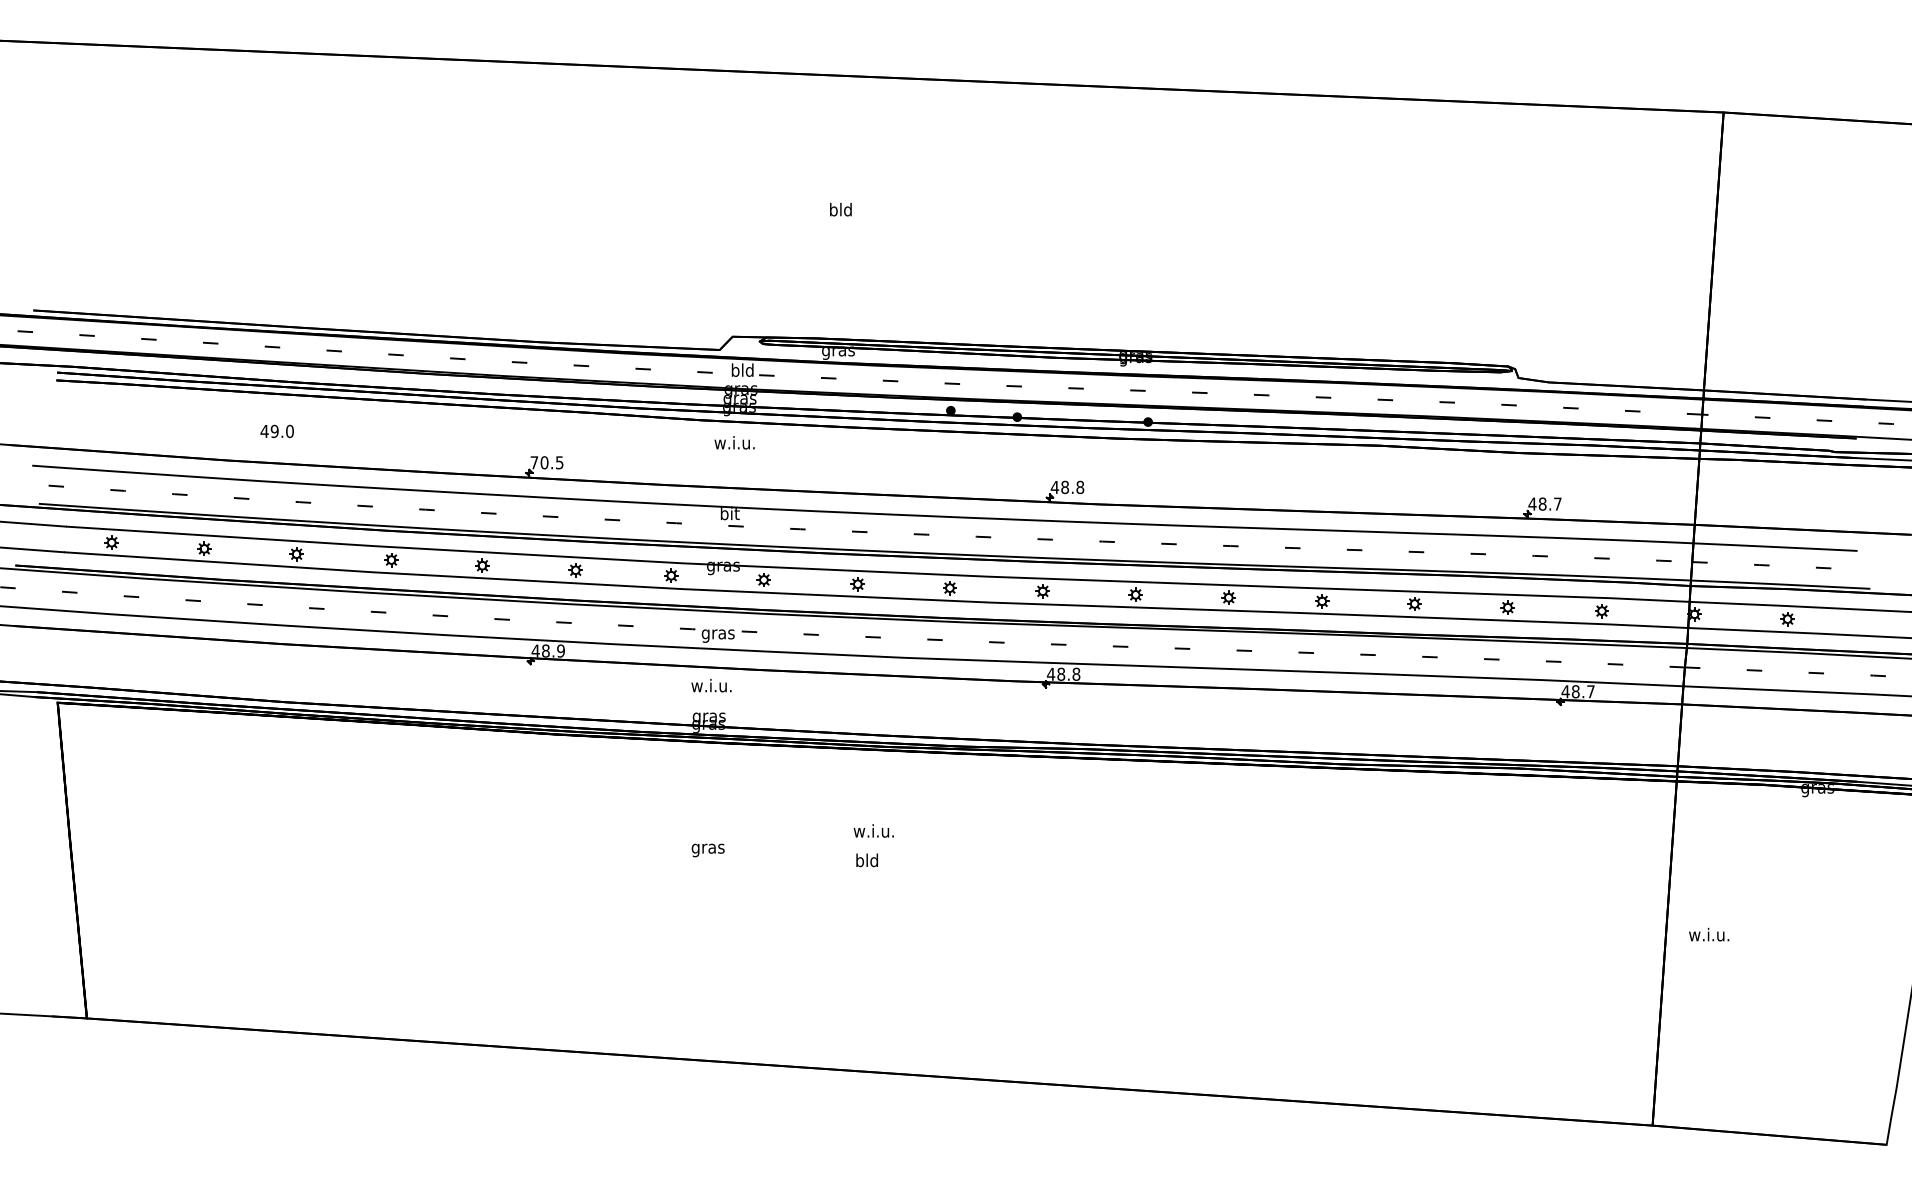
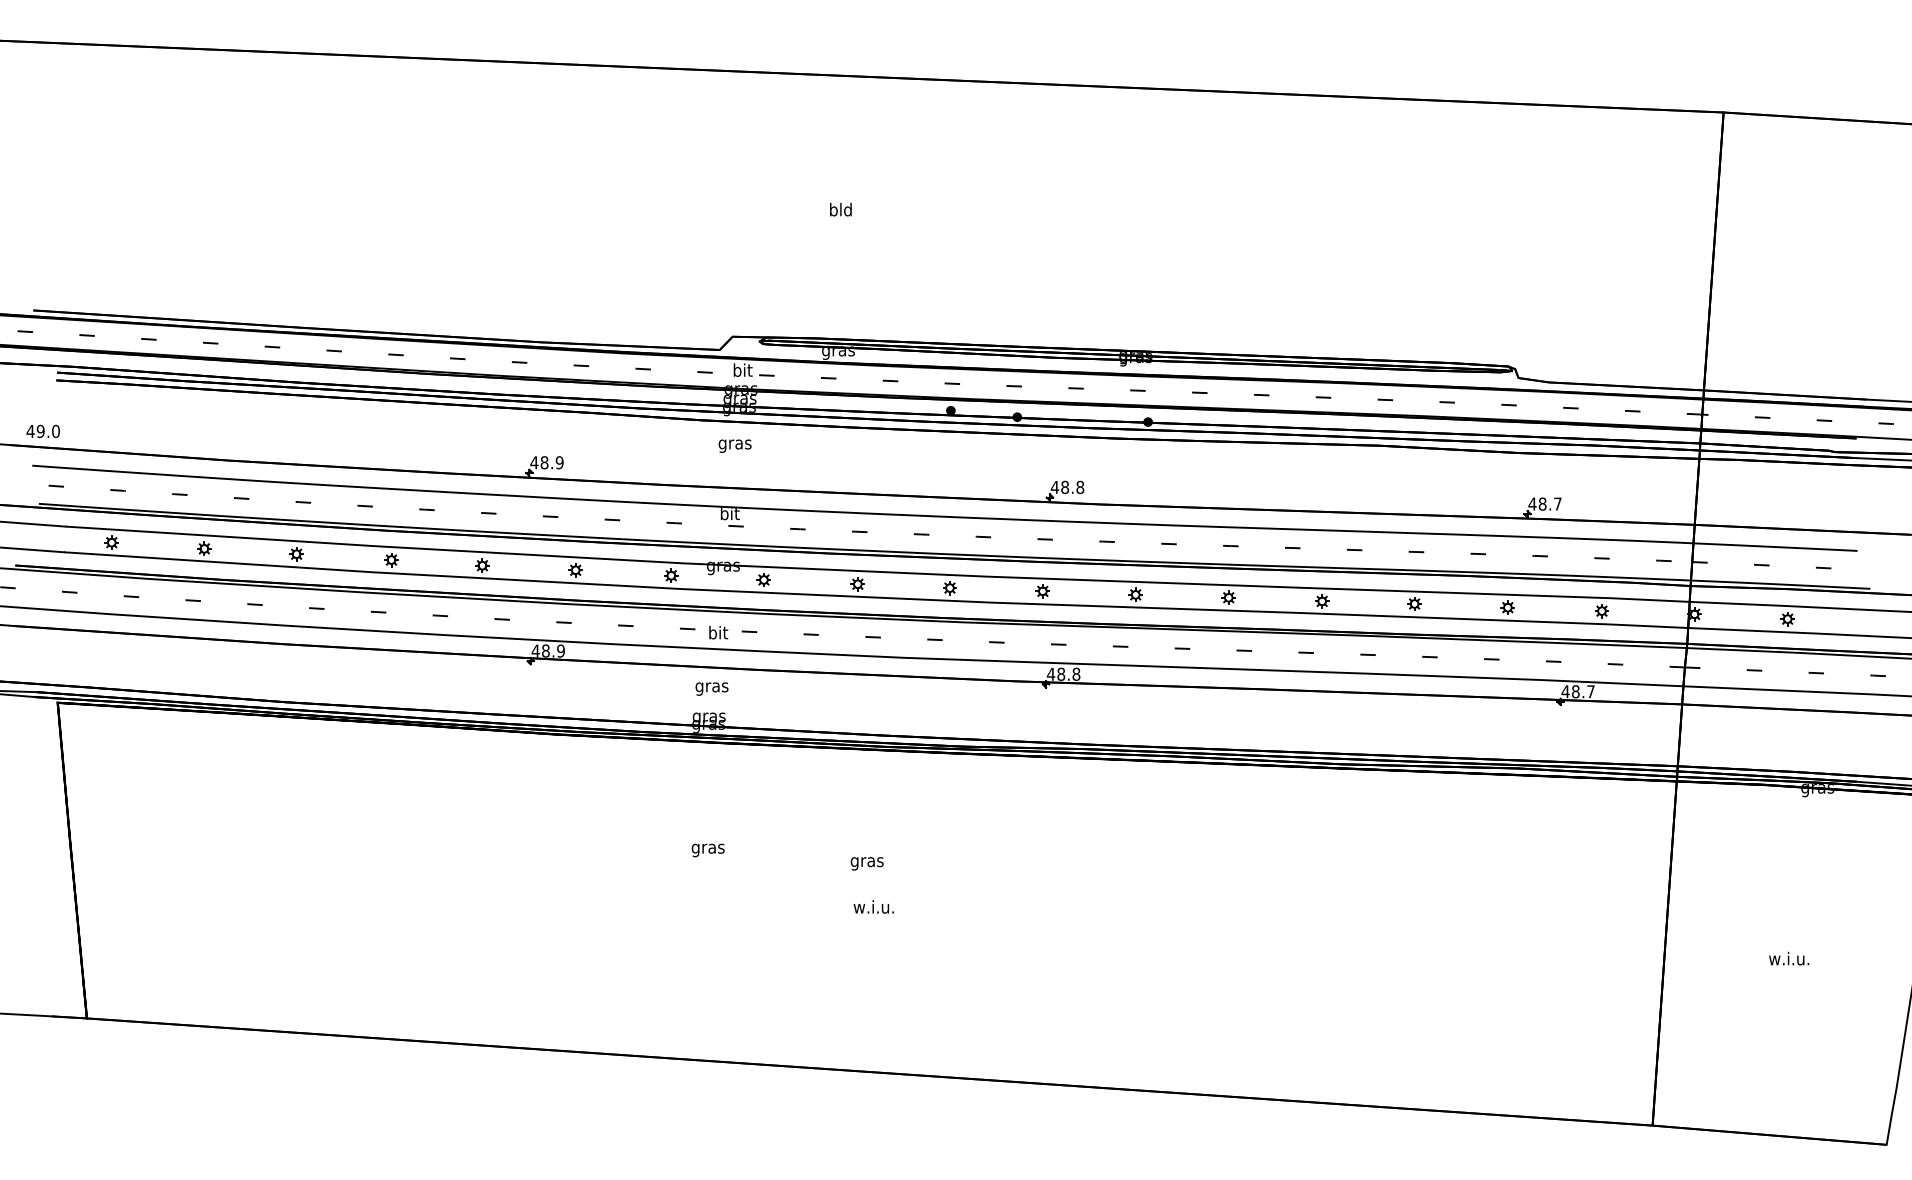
text at (742, 369): bld -> bit
text at (276, 431) position: (276, 431) -> (42, 431)
text at (734, 444): w.i.u. -> gras
text at (546, 462): 70.5 -> 48.9
text at (717, 633): gras -> bit
text at (711, 686): w.i.u. -> gras
text at (873, 830) position: (873, 830) -> (873, 906)
text at (866, 861): bld -> gras
text at (1709, 934) position: (1709, 934) -> (1789, 958)
